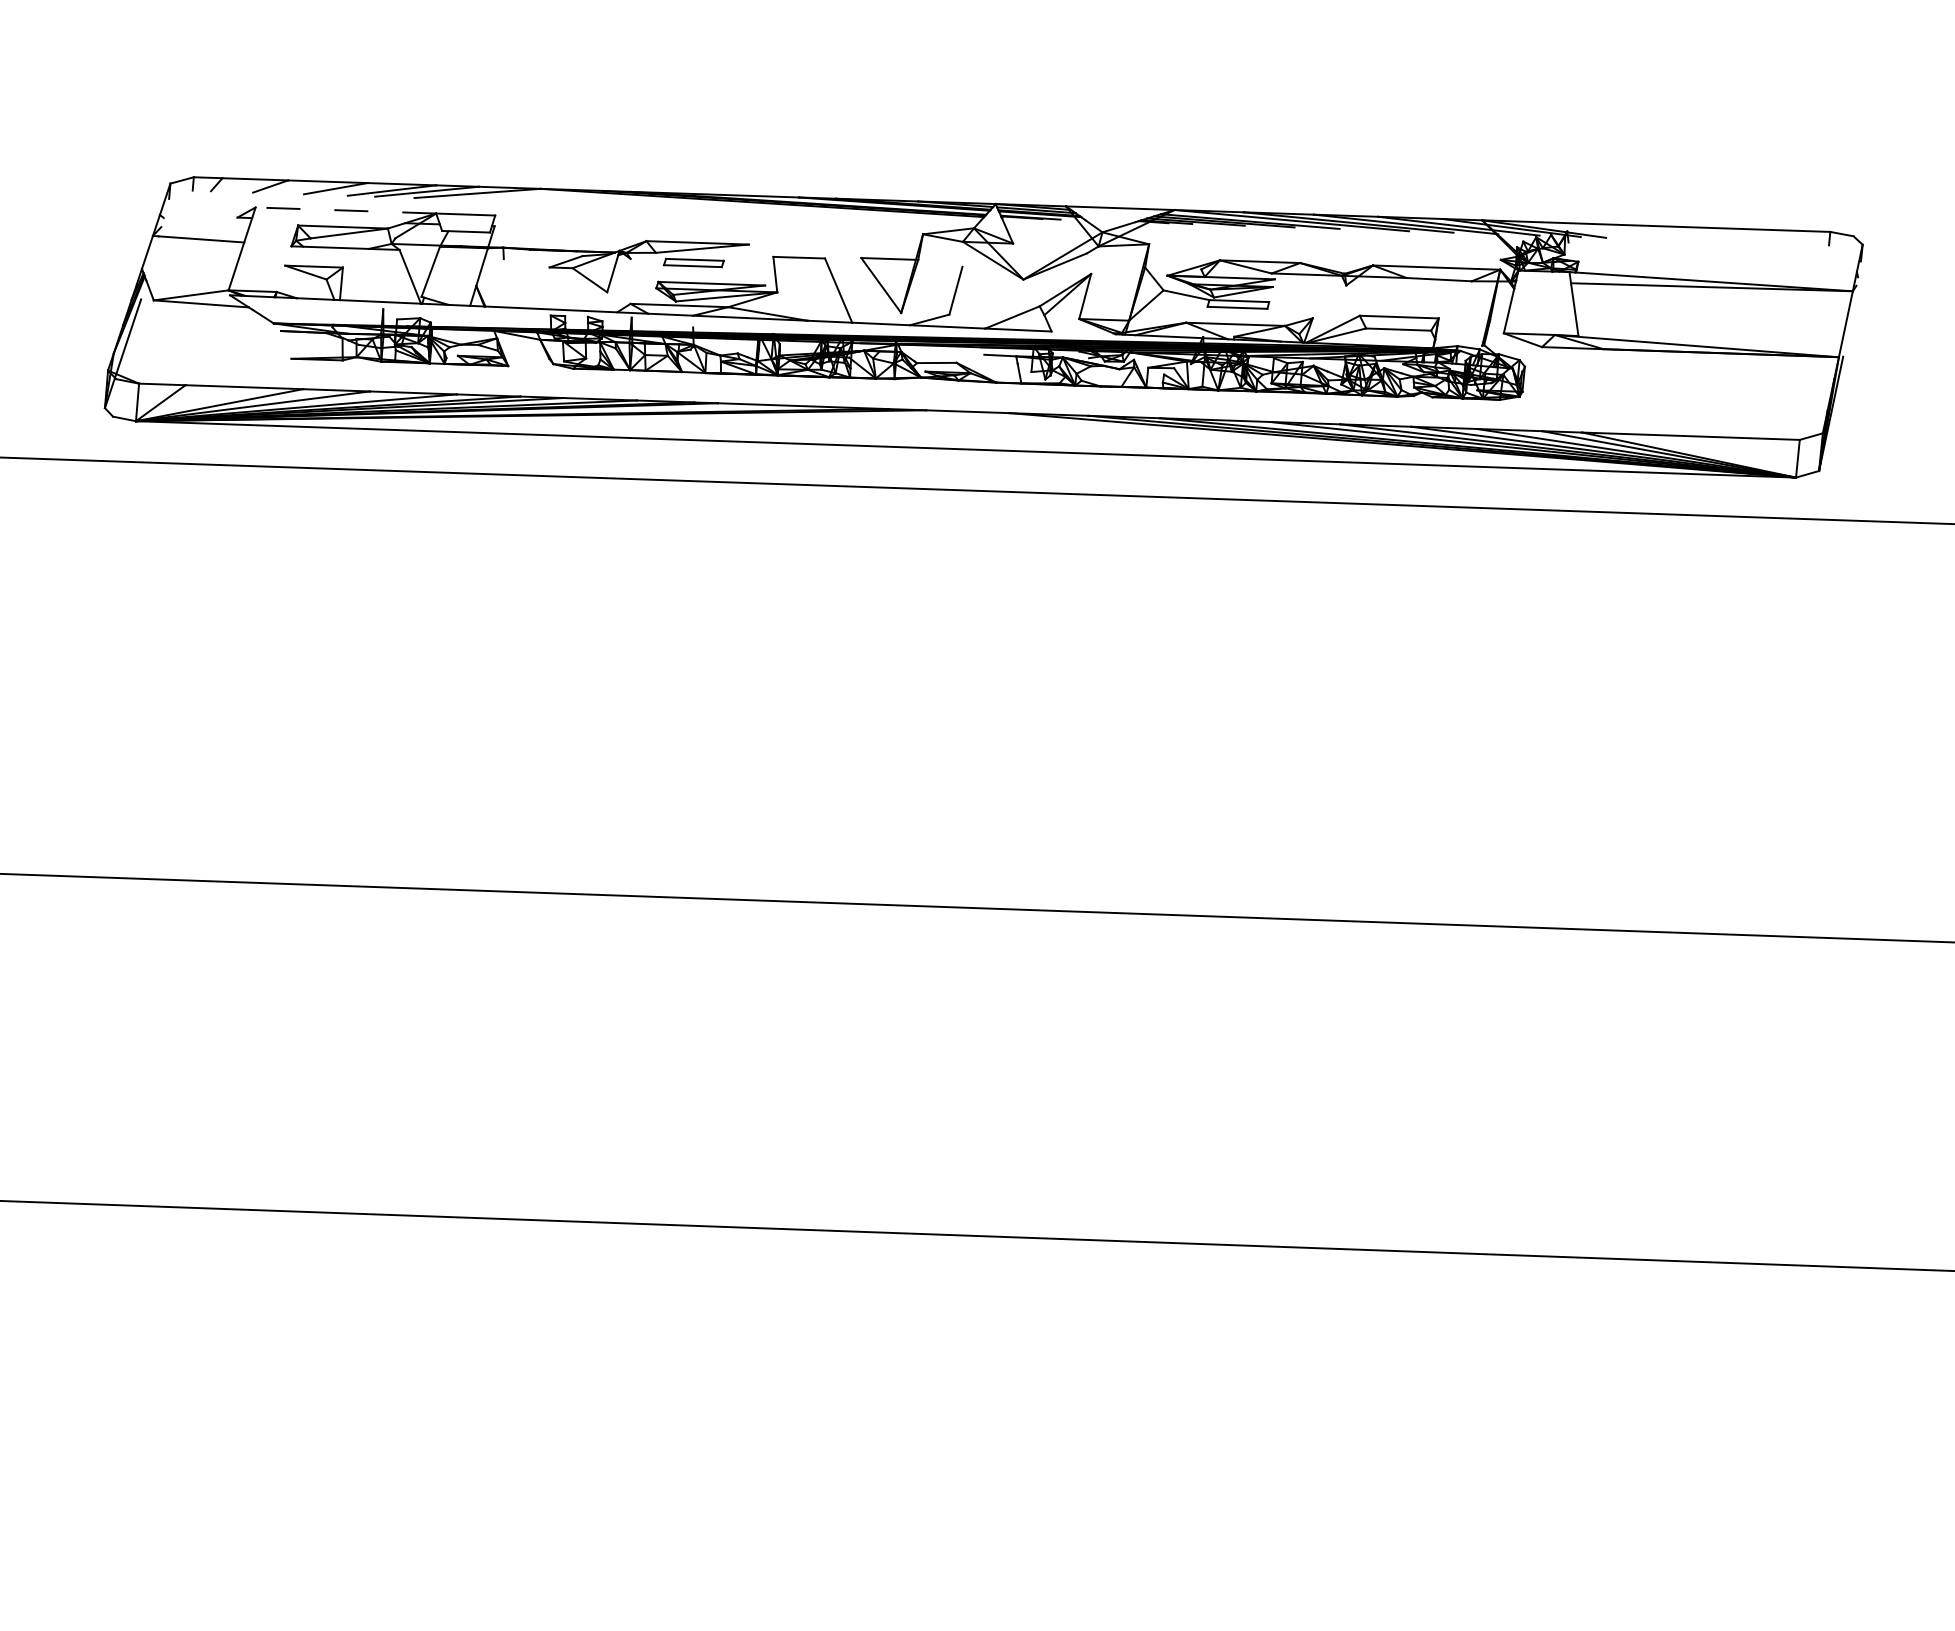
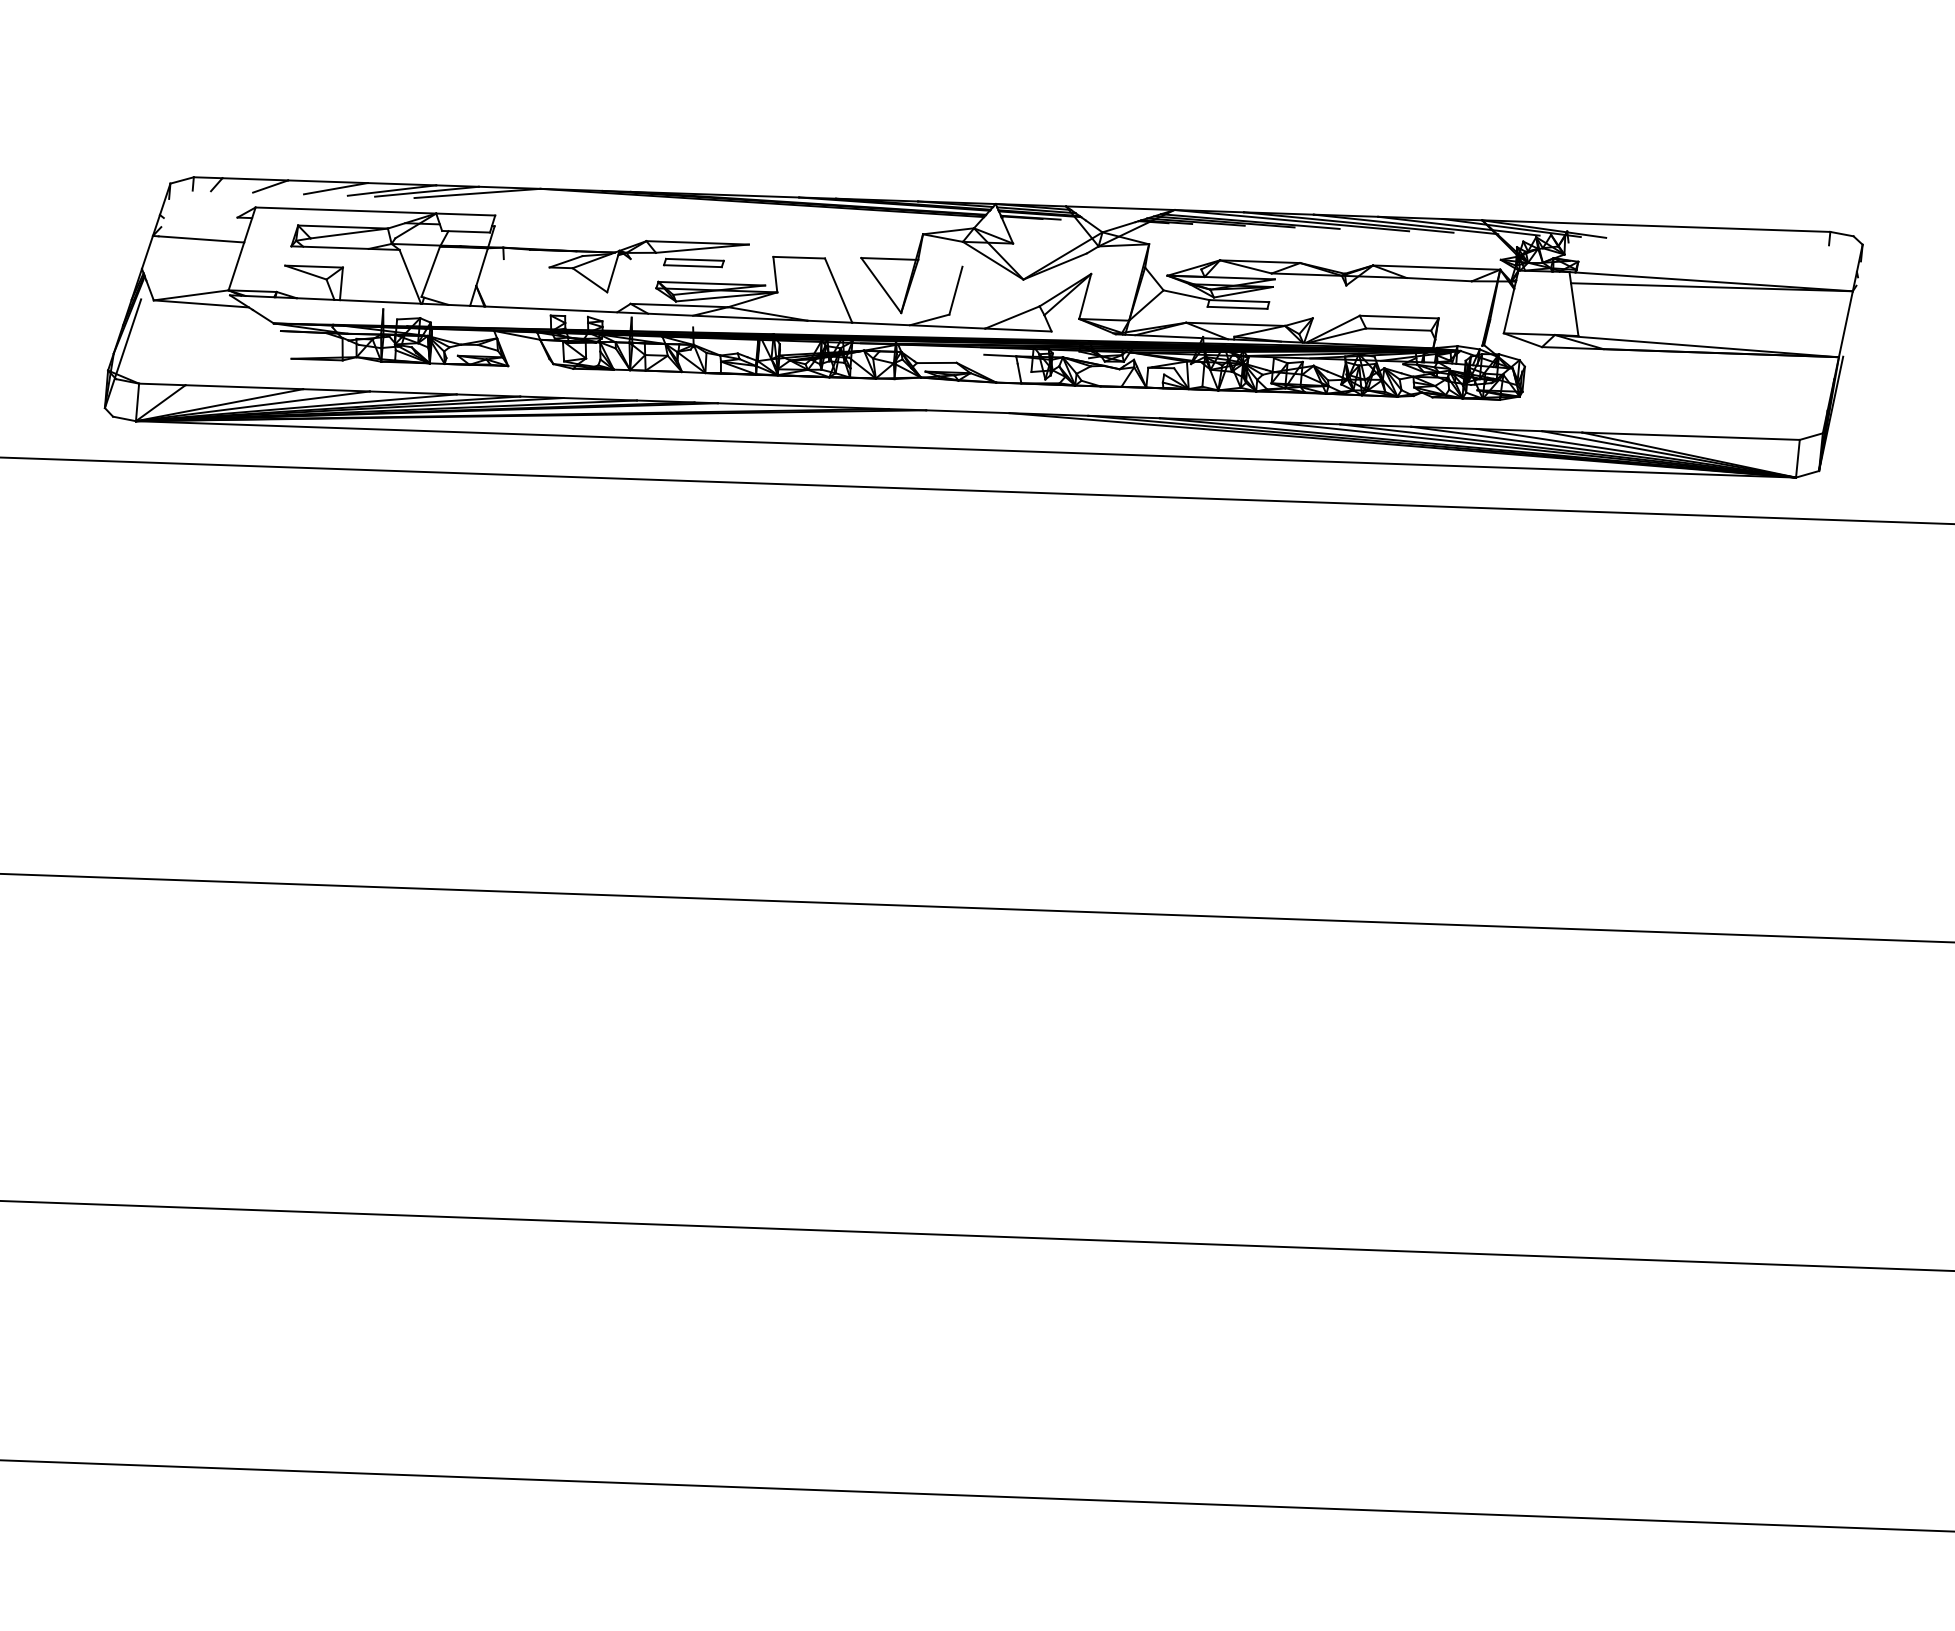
line at (345, 210): dashed -> solid
line at (976, 1495): none -> present
